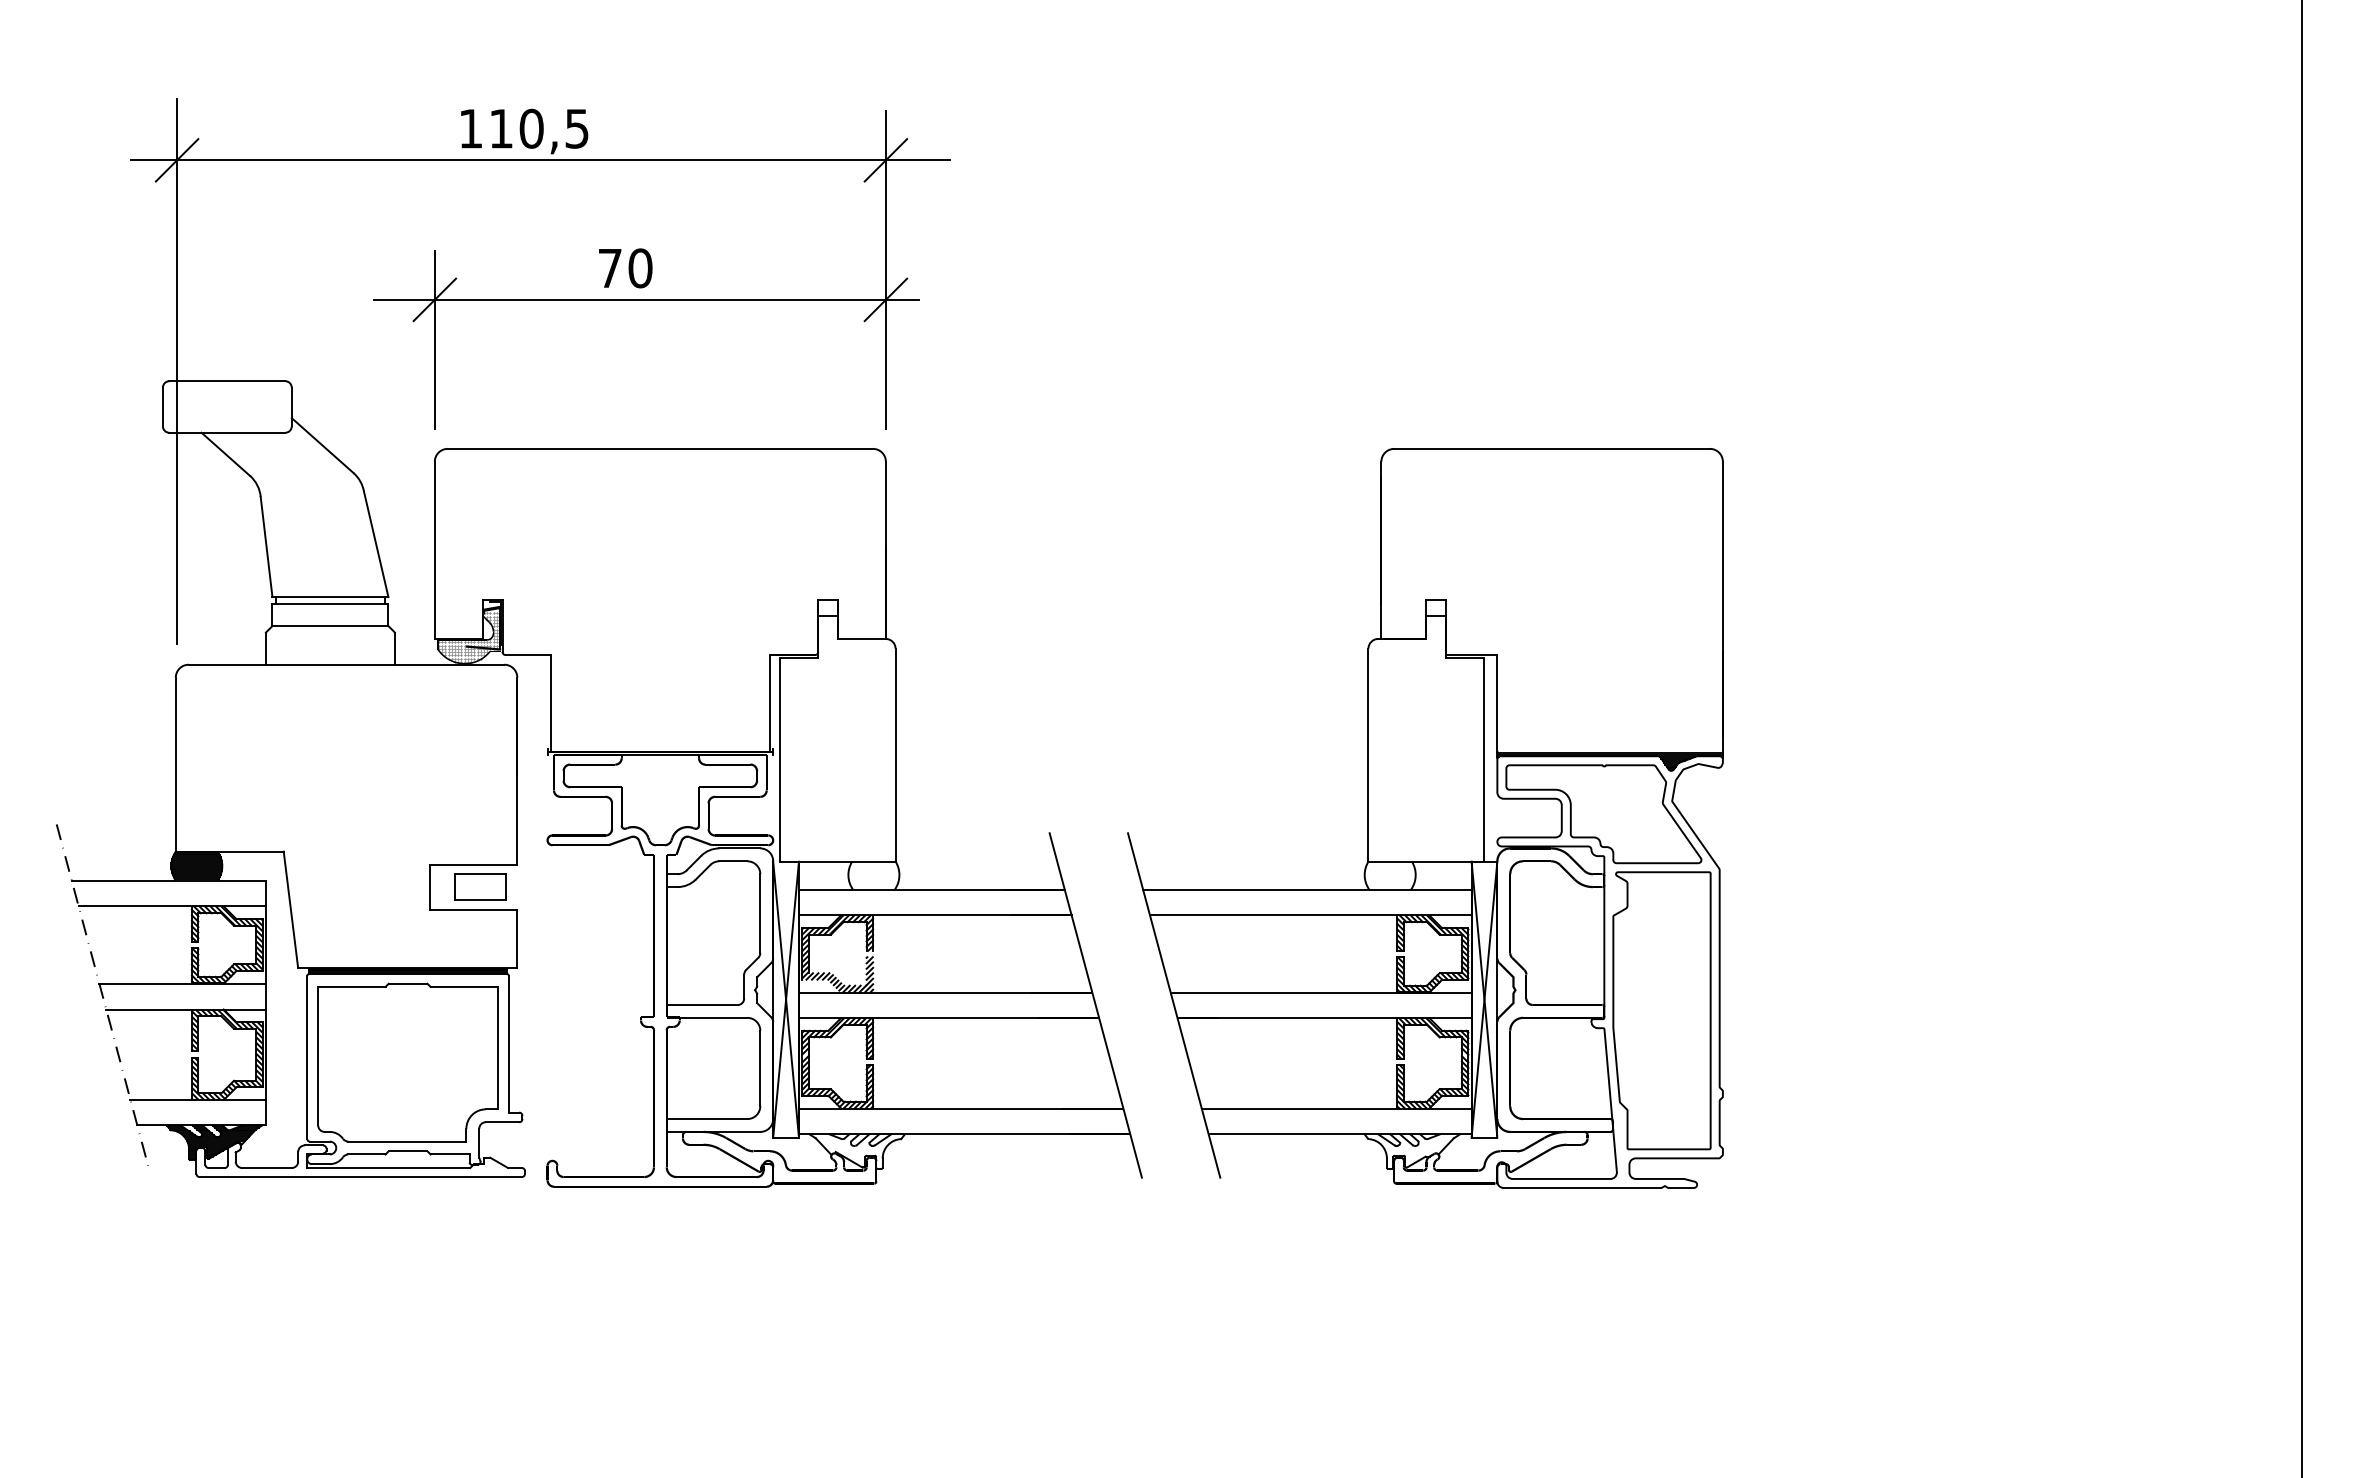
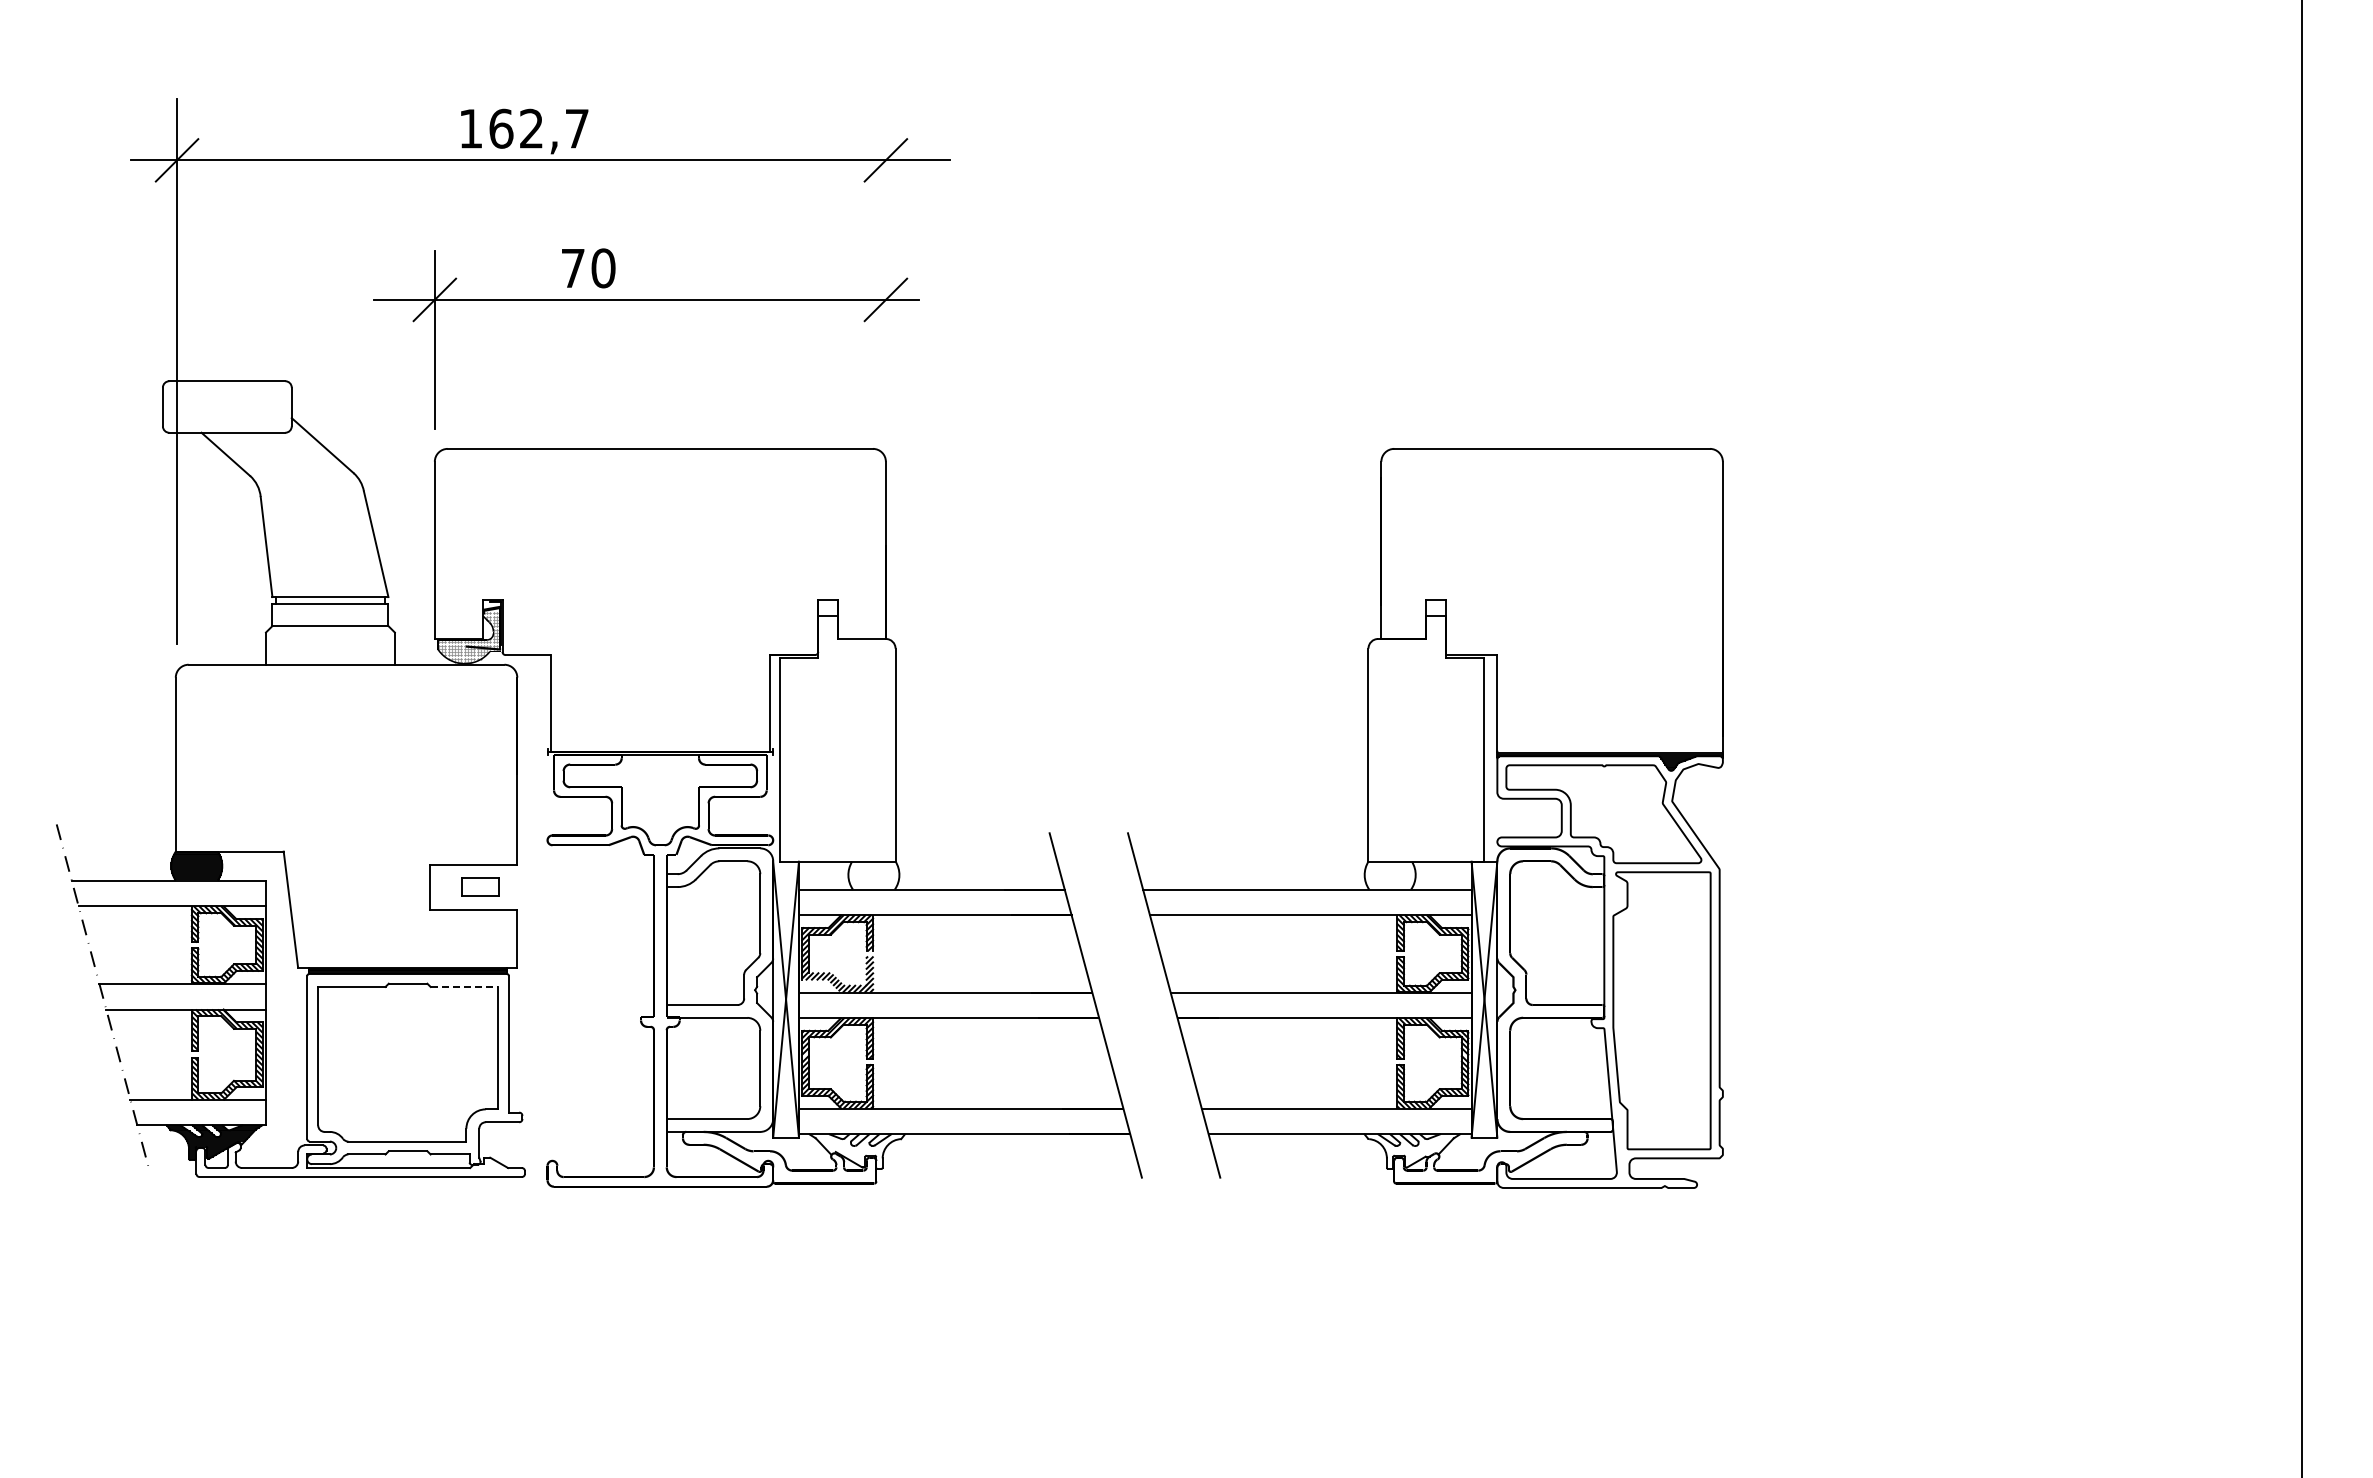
text at (538, 128): 110,5 -> 162,7
text at (625, 268) position: (625, 268) -> (588, 268)
line at (885, 269): present -> none
part at (480, 886) size: 53x28 px -> 39x20 px
line at (464, 986): solid -> dashed
